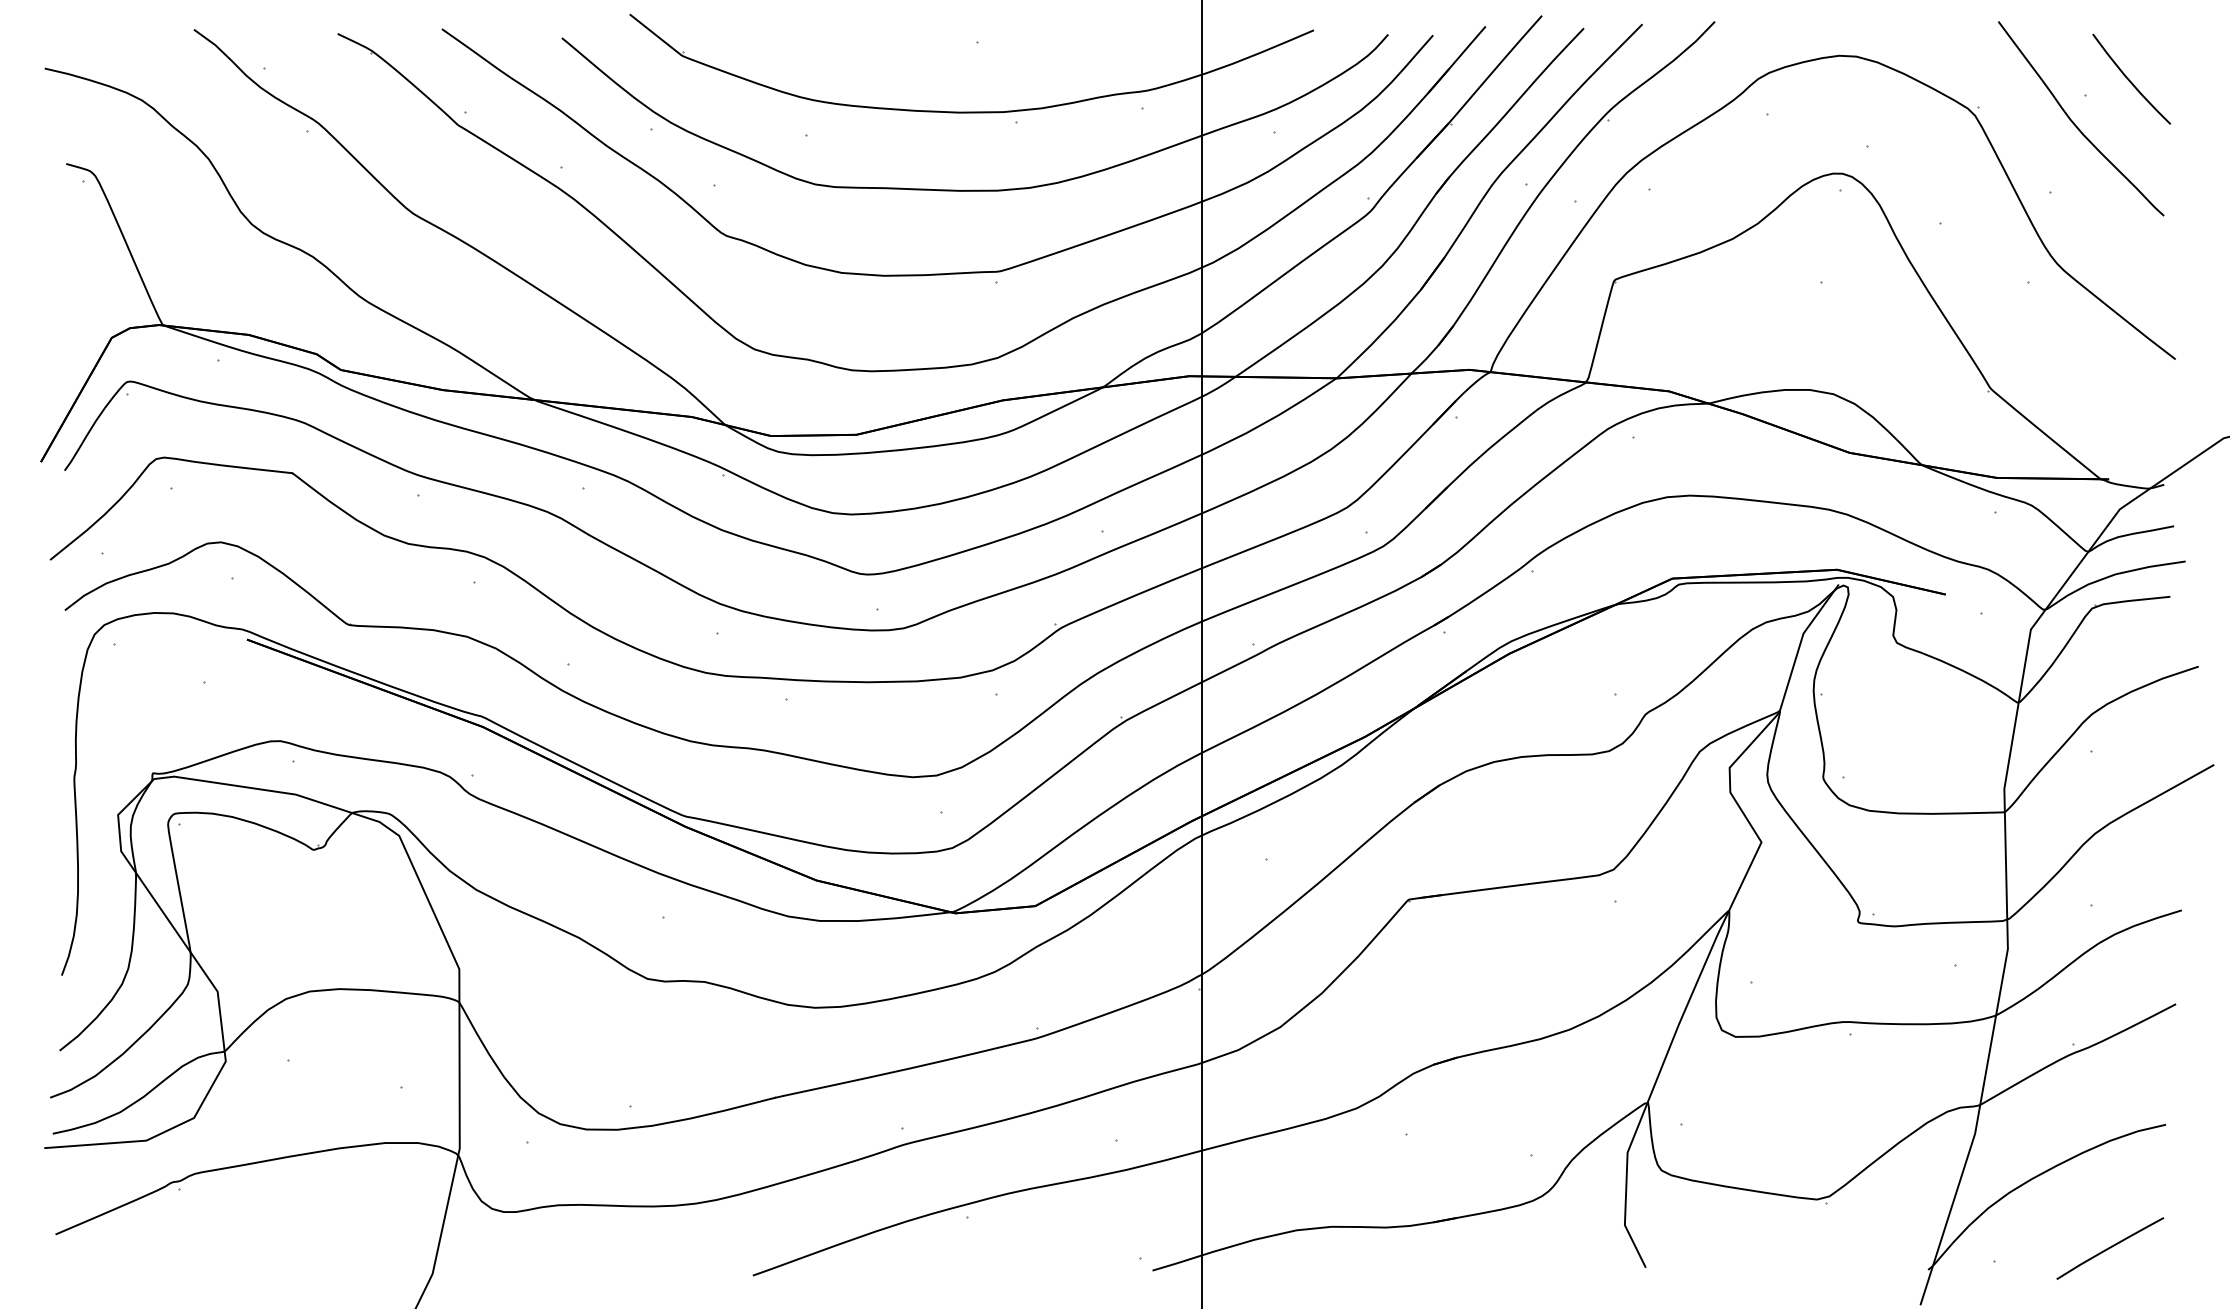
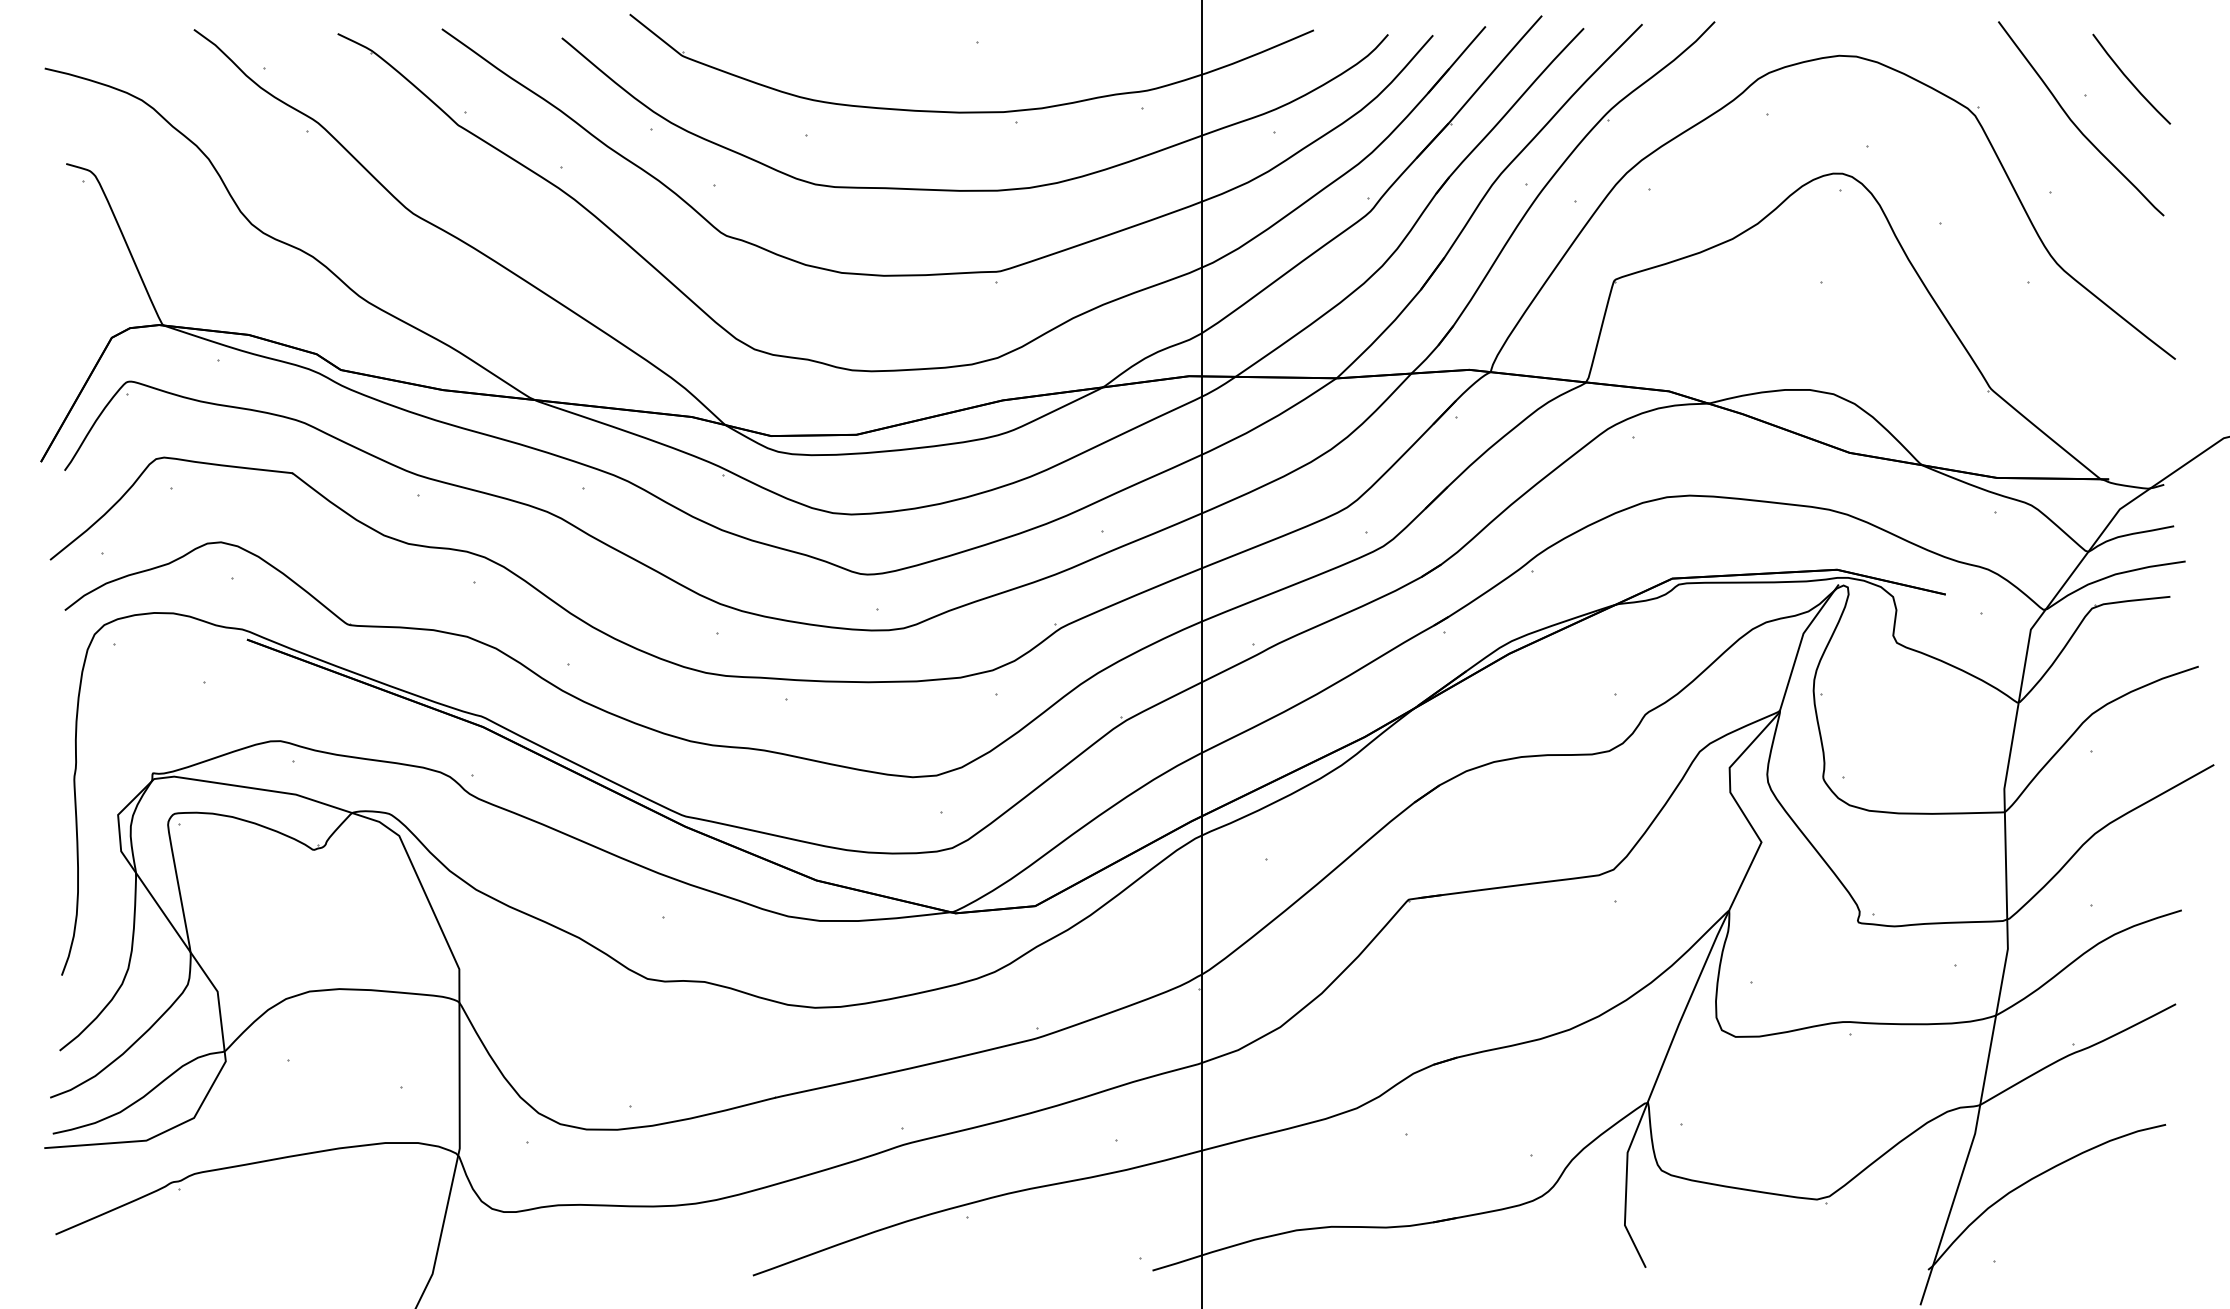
curve at (2110, 1248): present -> none
